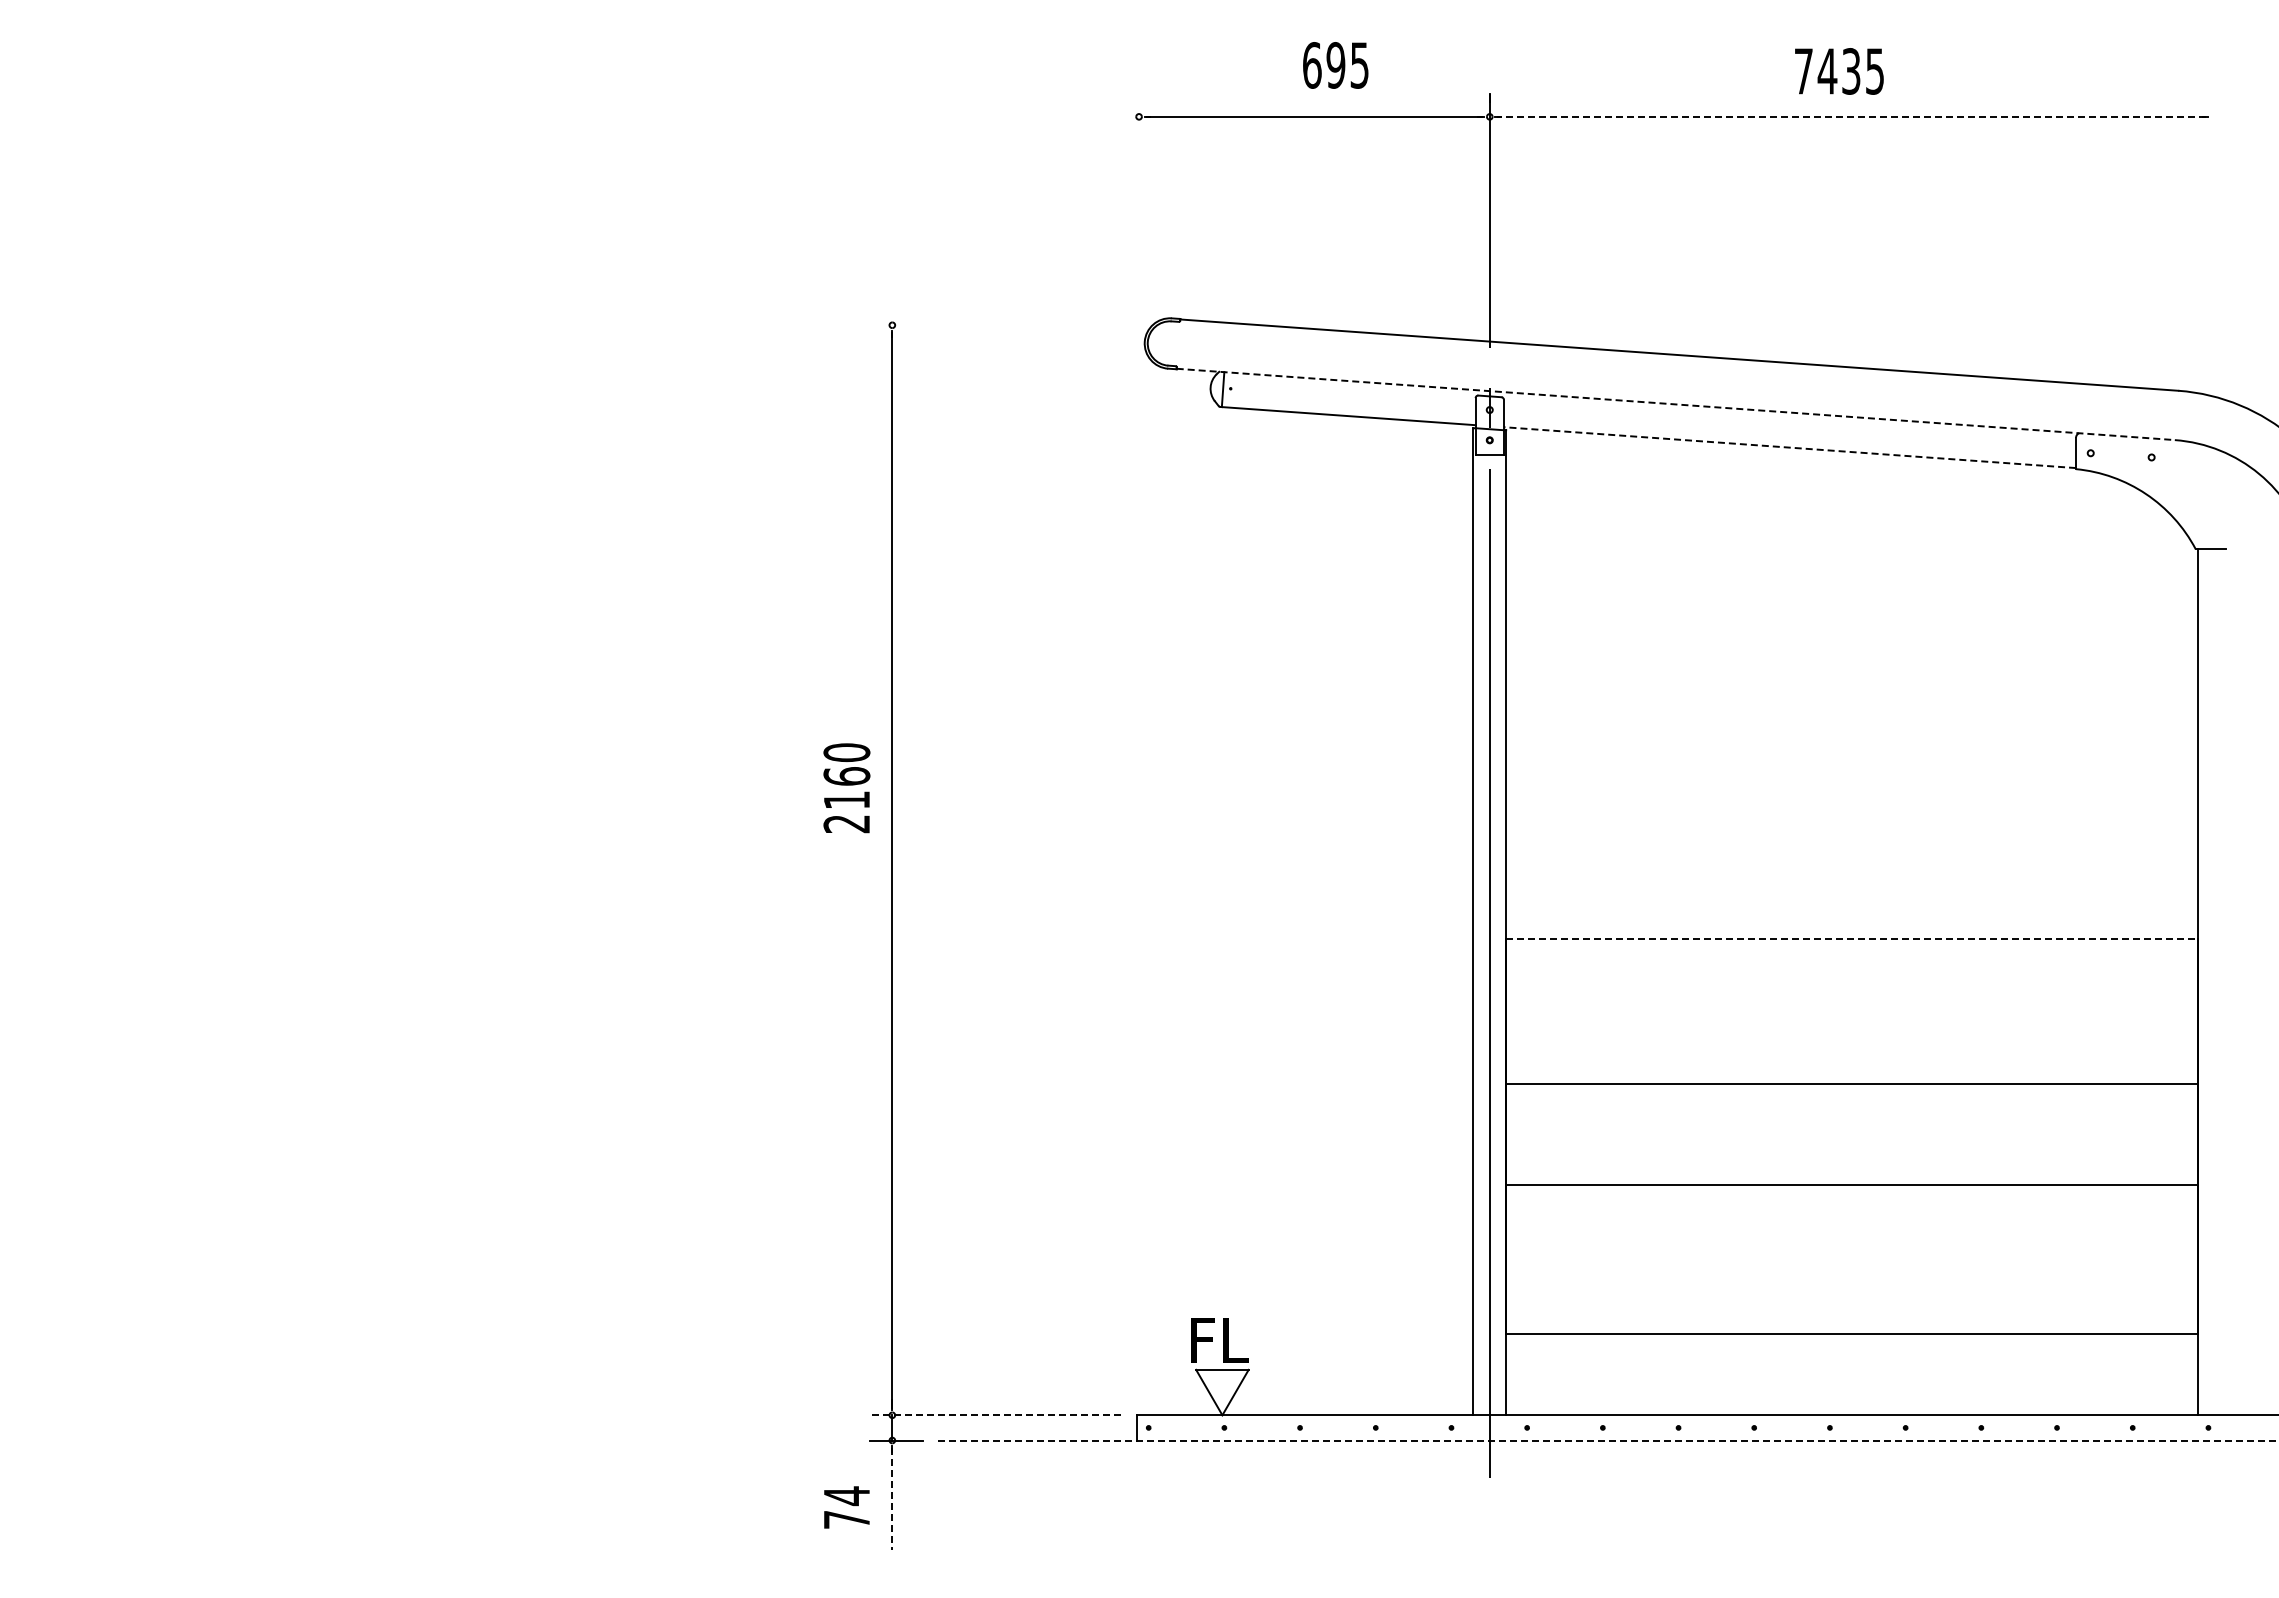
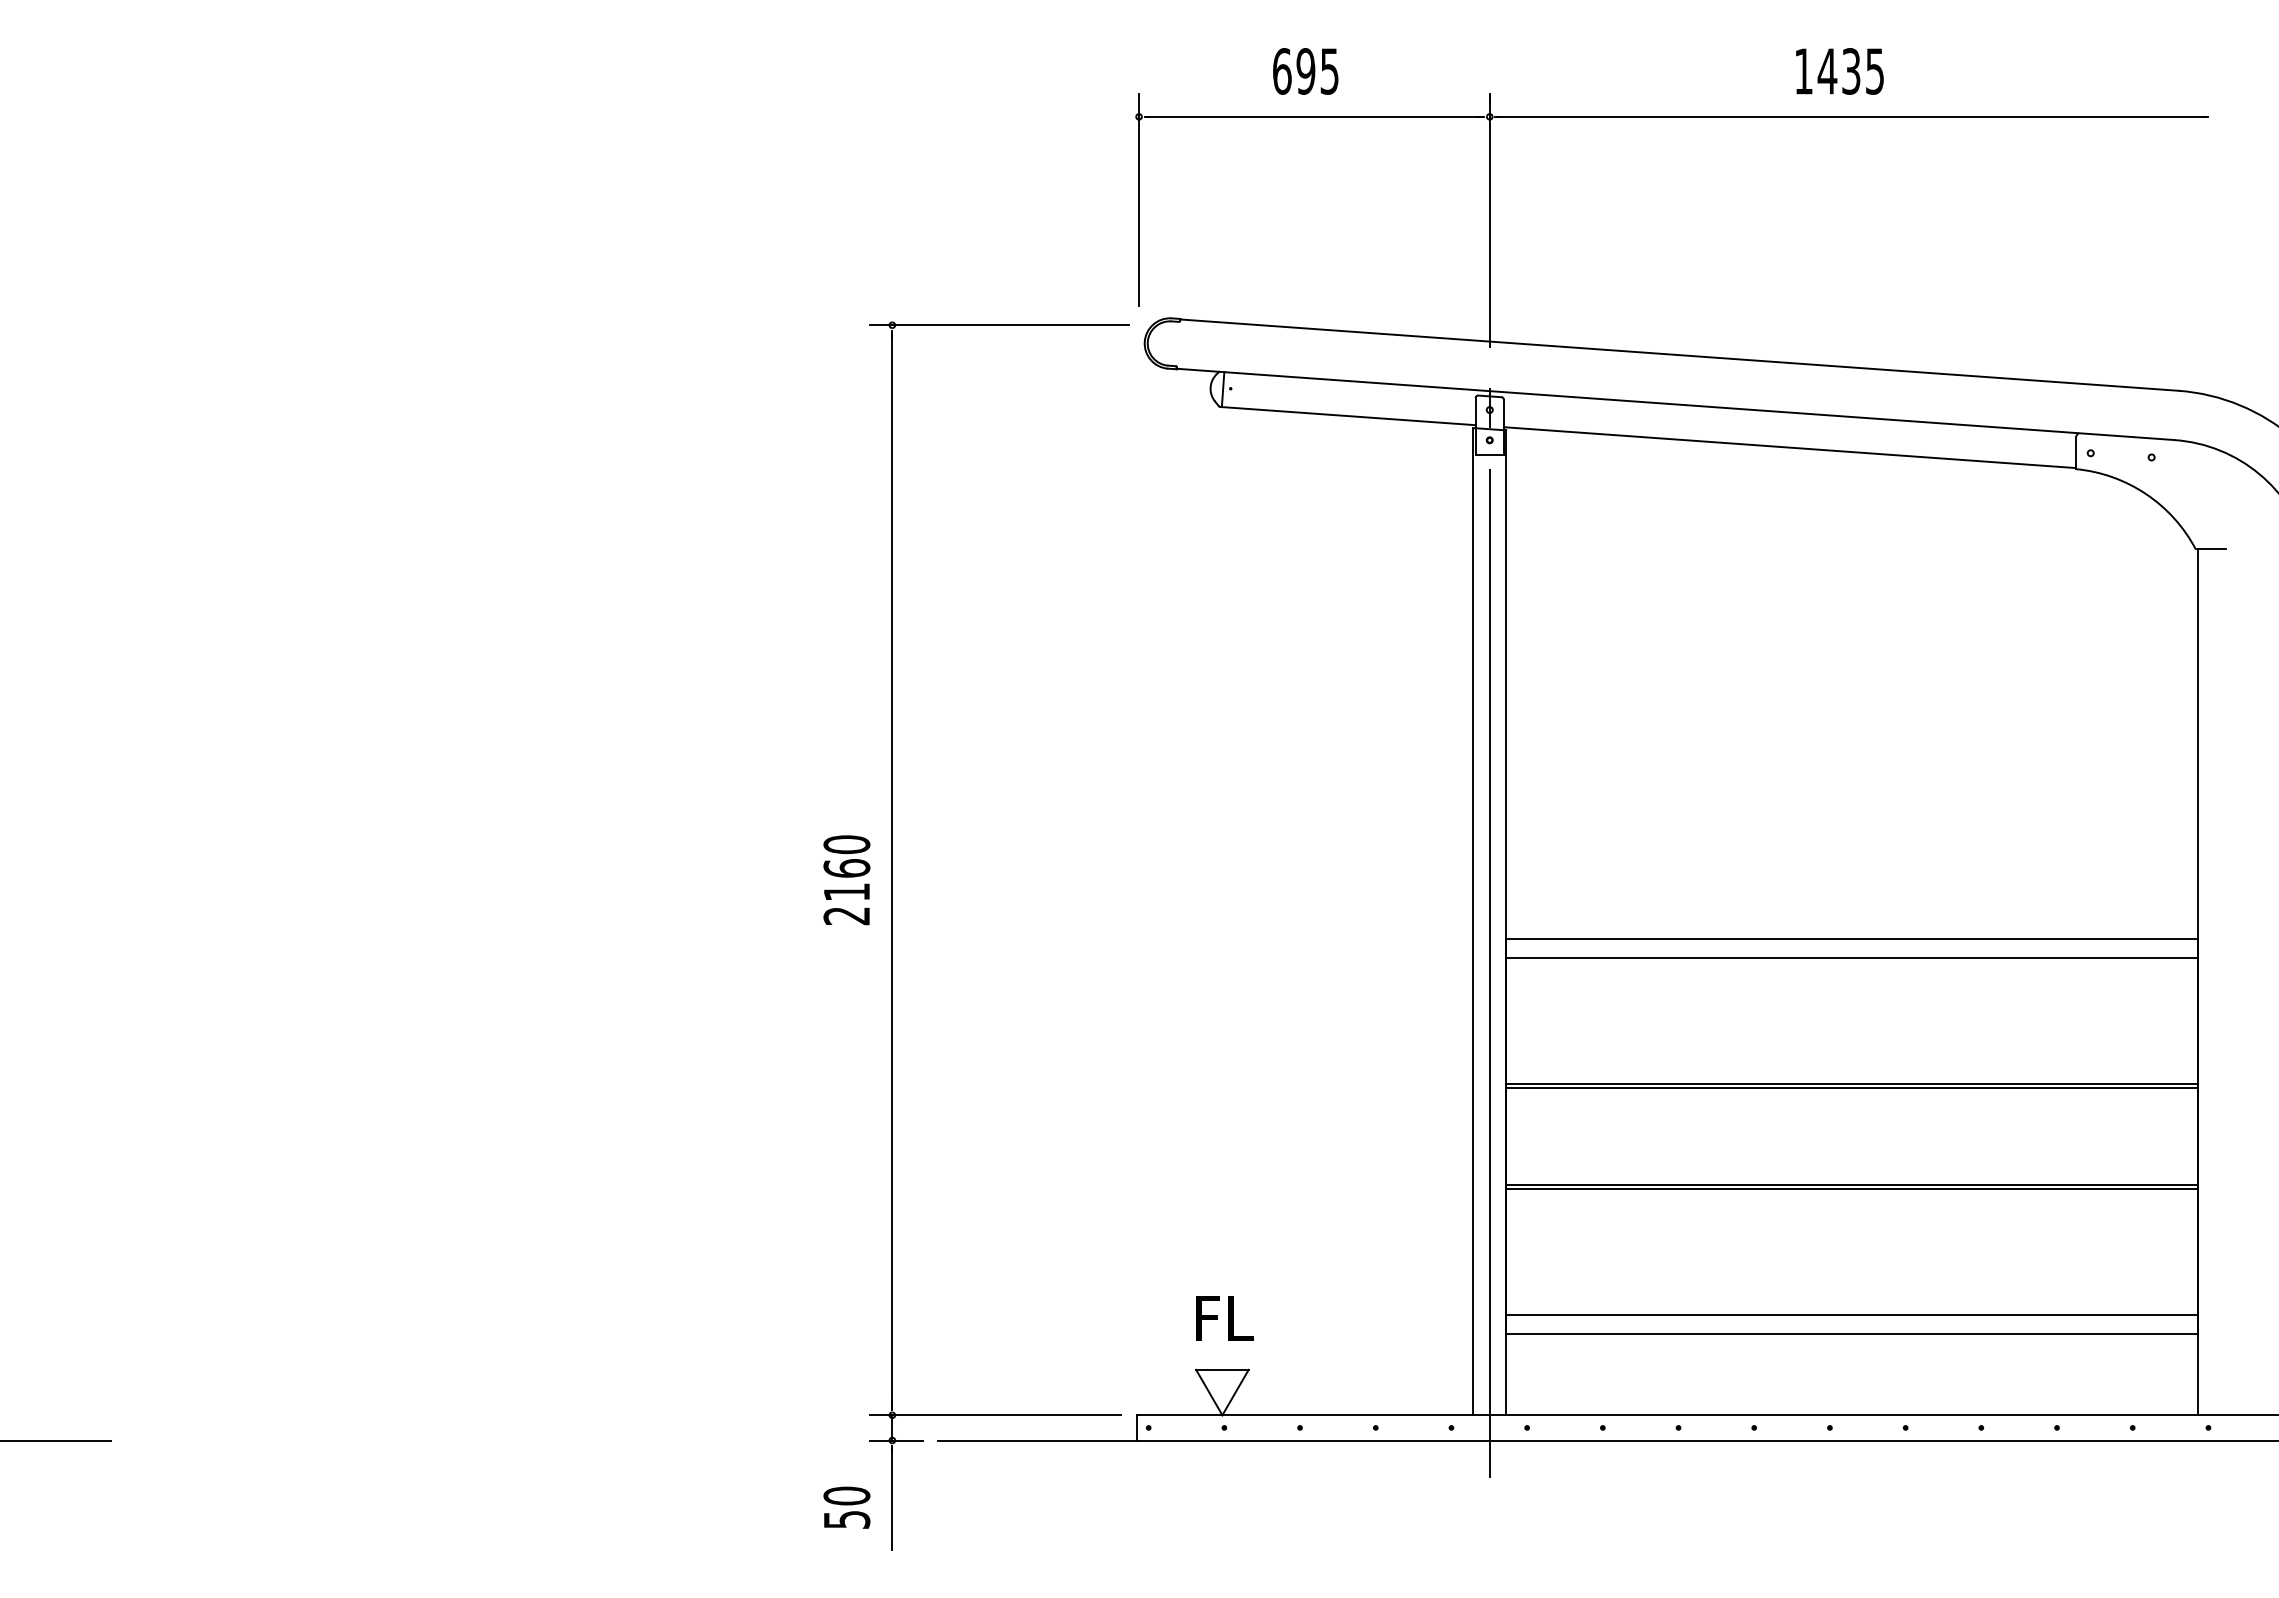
text at (1335, 65) position: (1335, 65) -> (1305, 71)
text at (1803, 71): 7435 -> 1435
line at (1851, 116): dashed -> solid
line at (1139, 200): none -> present
line at (998, 325): none -> present
line at (1676, 404): dashed -> solid
line at (1789, 447): dashed -> solid
text at (846, 788) position: (846, 788) -> (846, 880)
line at (1851, 938): dashed -> solid
line at (1851, 957): none -> present
line at (1851, 1088): none -> present
line at (1851, 1189): none -> present
line at (1851, 1314): none -> present
text at (1219, 1340) position: (1219, 1340) -> (1224, 1318)
line at (995, 1415): dashed -> solid
line at (56, 1440): none -> present
line at (1608, 1440): dashed -> solid
line at (892, 1499): dashed -> solid
text at (846, 1507): 74 -> 50
